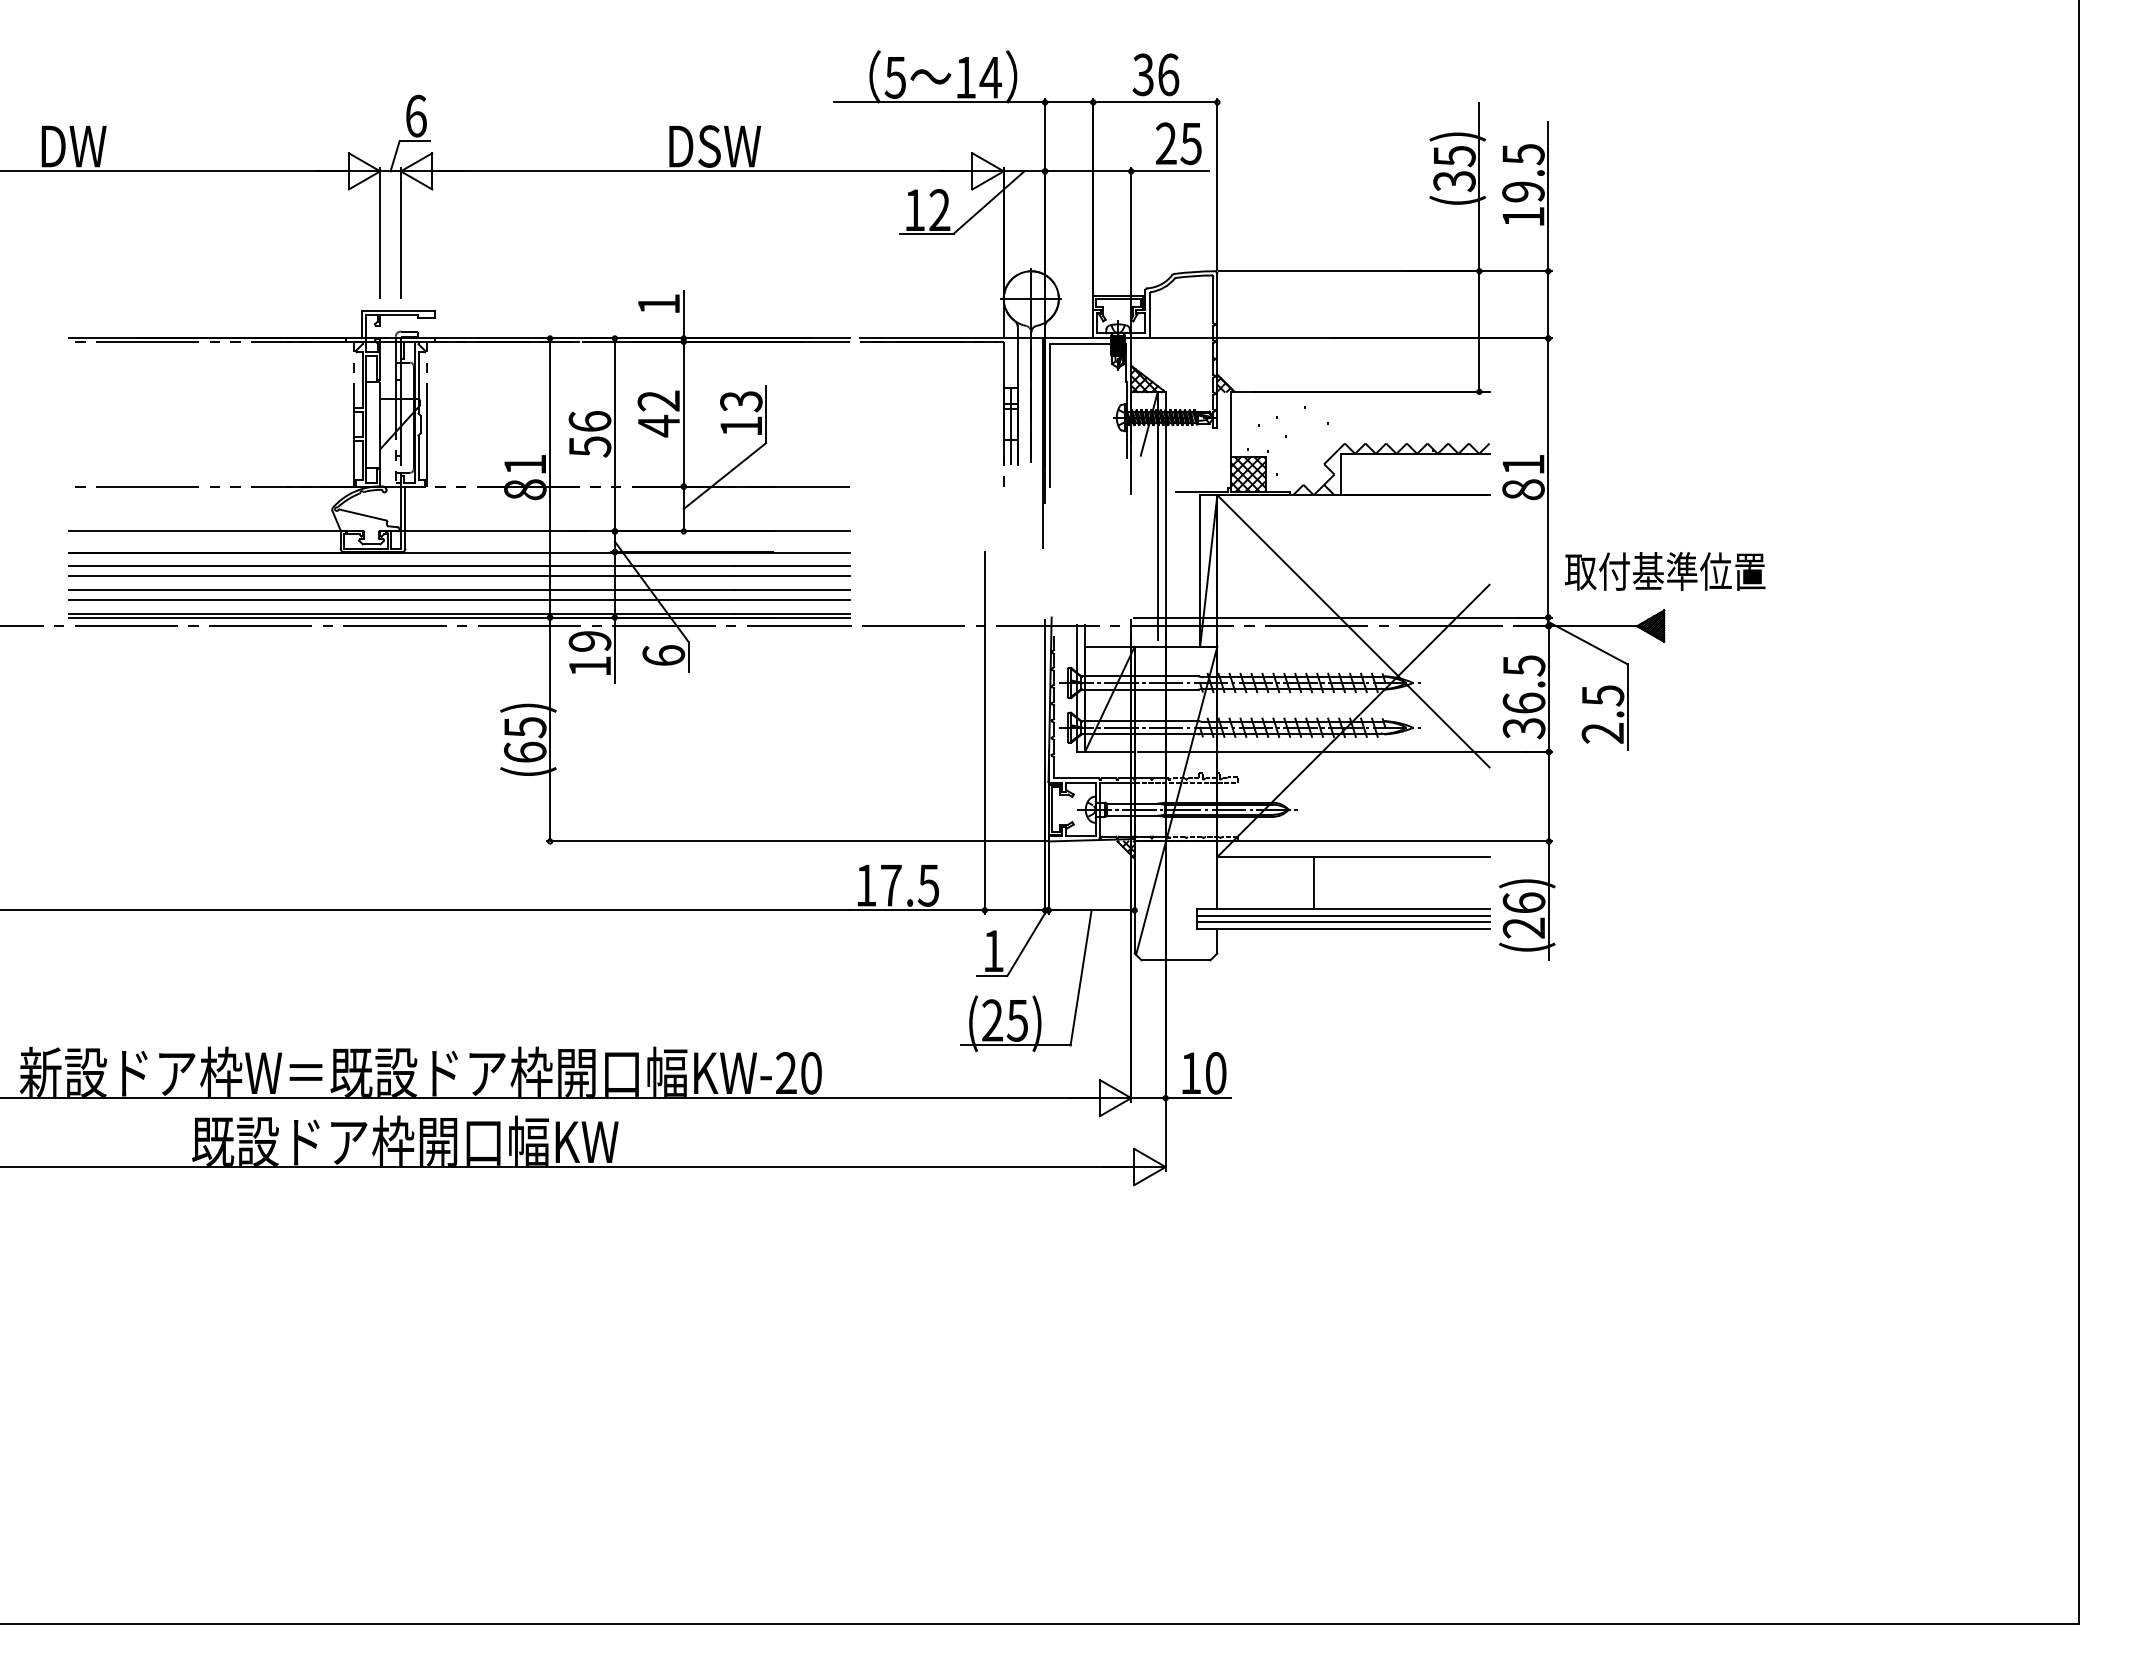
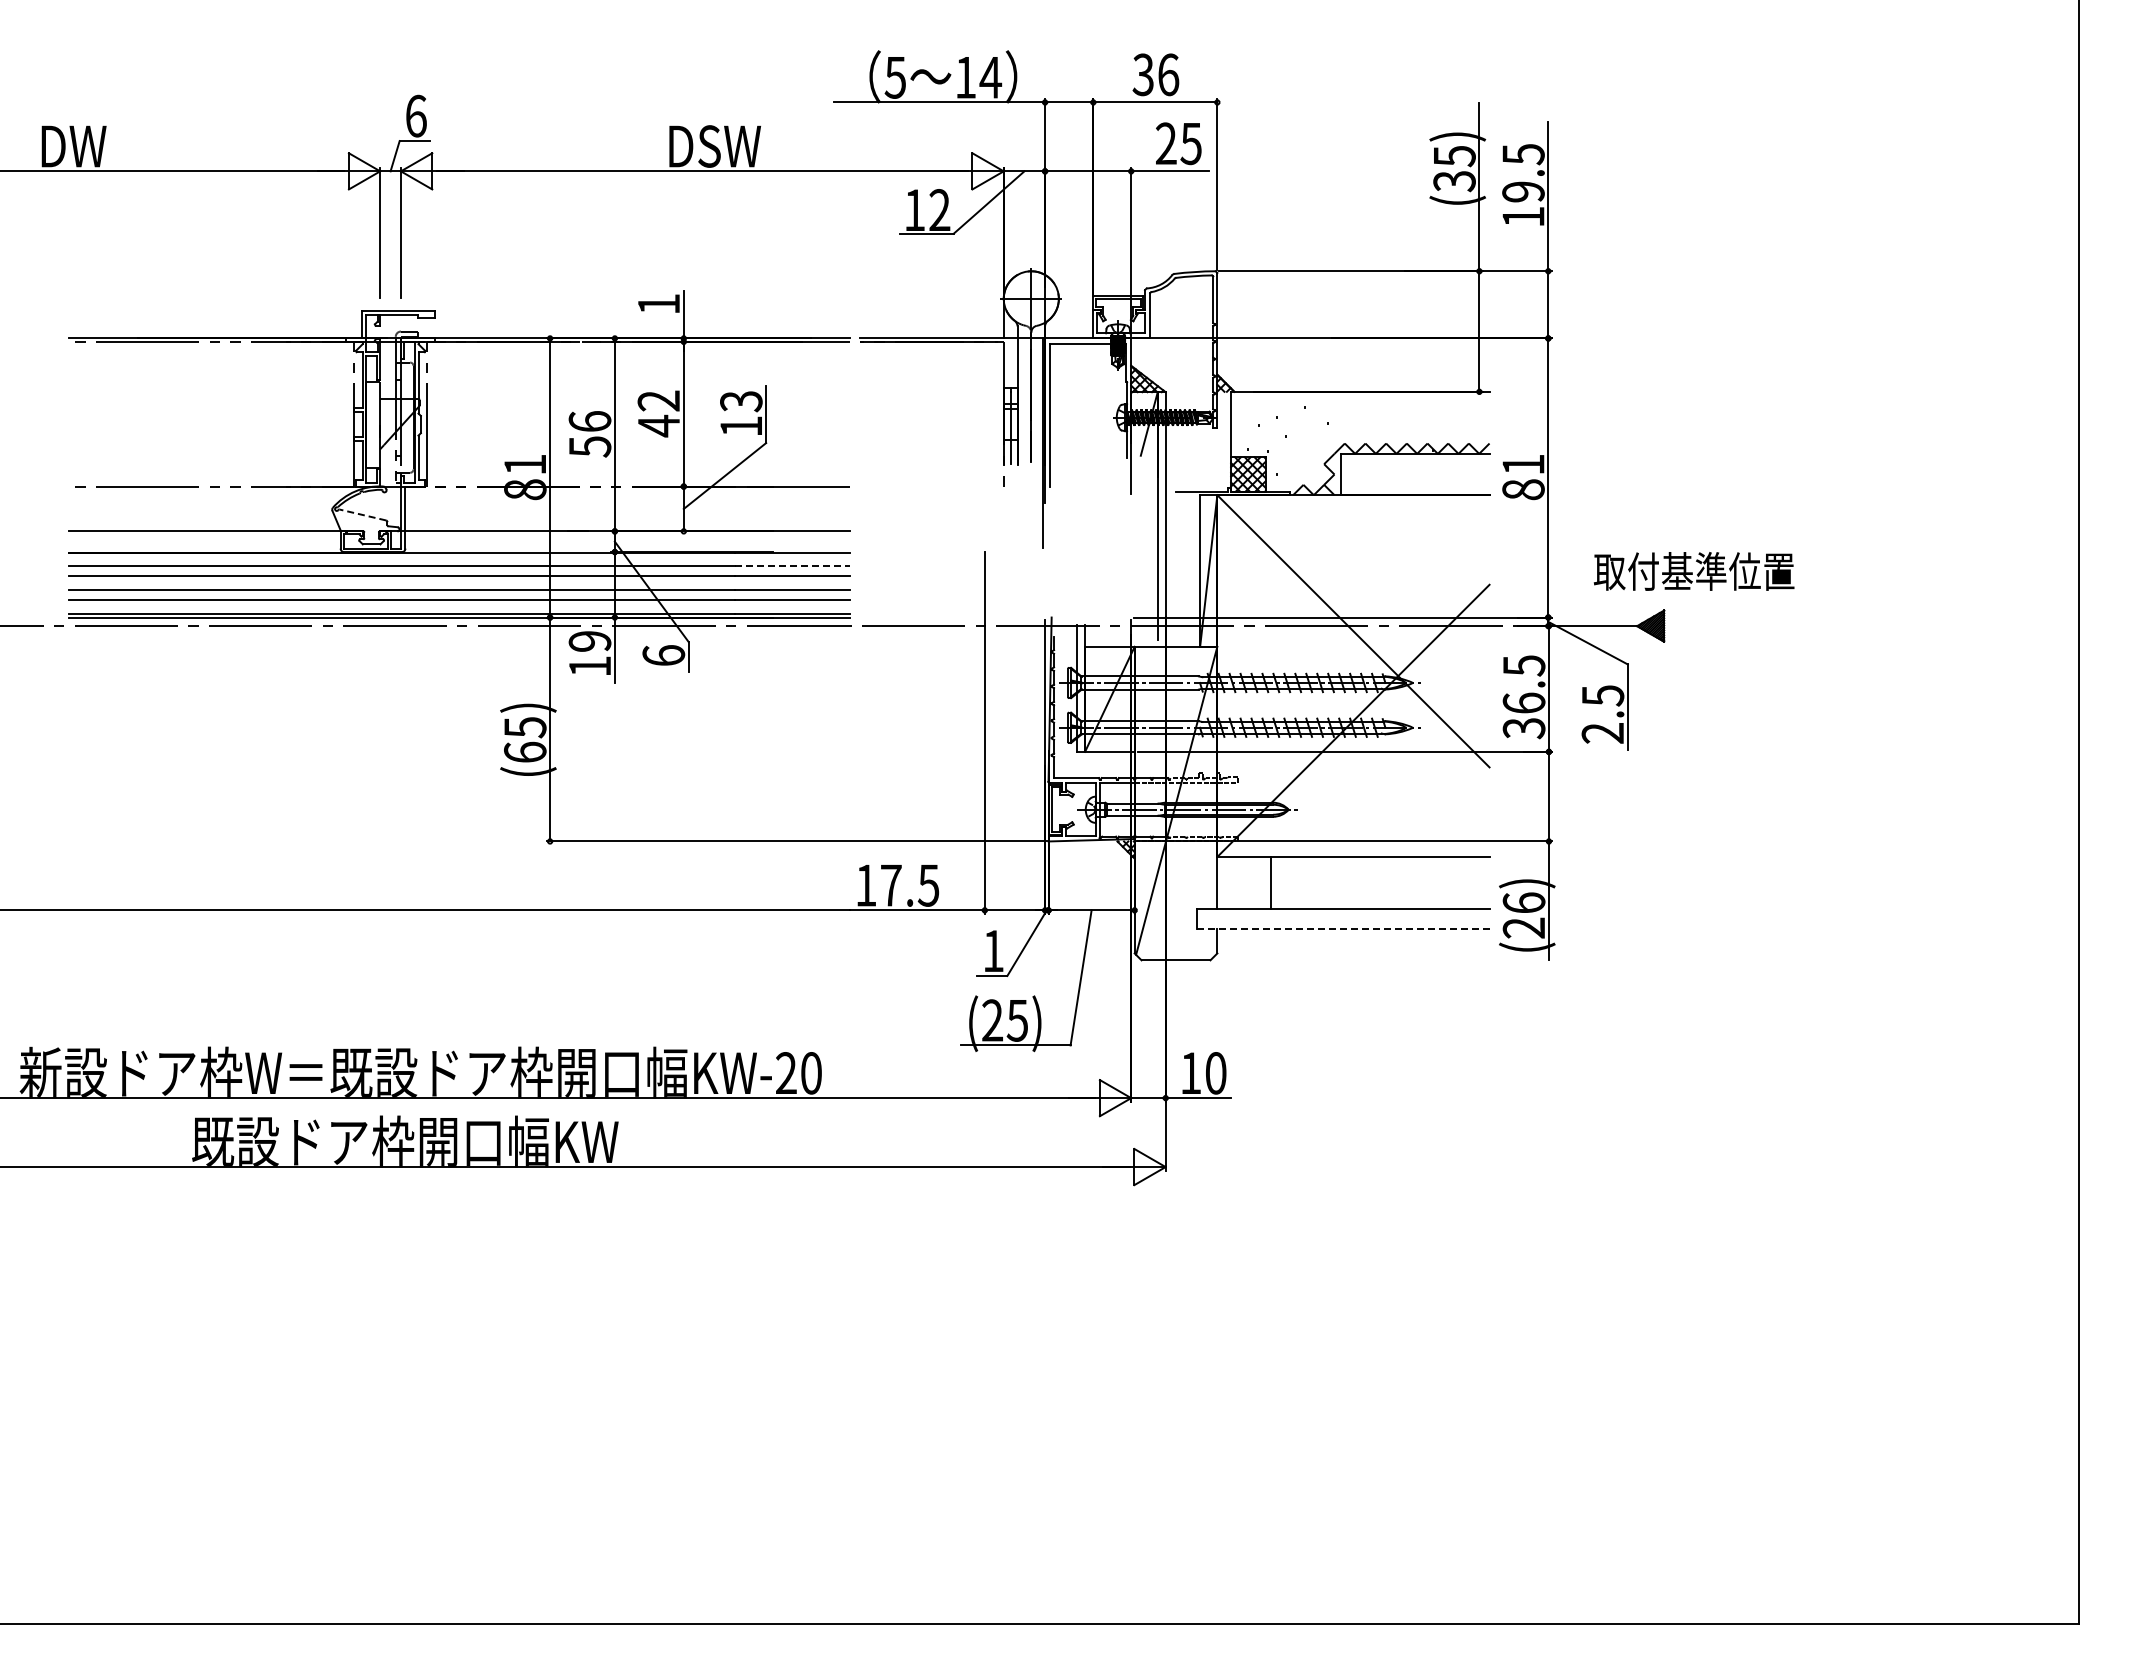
line at (362, 515): solid -> dashed
line at (792, 565): solid -> dashed
text at (1664, 571) position: (1664, 571) -> (1693, 571)
line at (1313, 882) position: (1313, 882) -> (1270, 882)
line at (1342, 915): present -> none
line at (1342, 922): present -> none
line at (1343, 929): solid -> dashed
